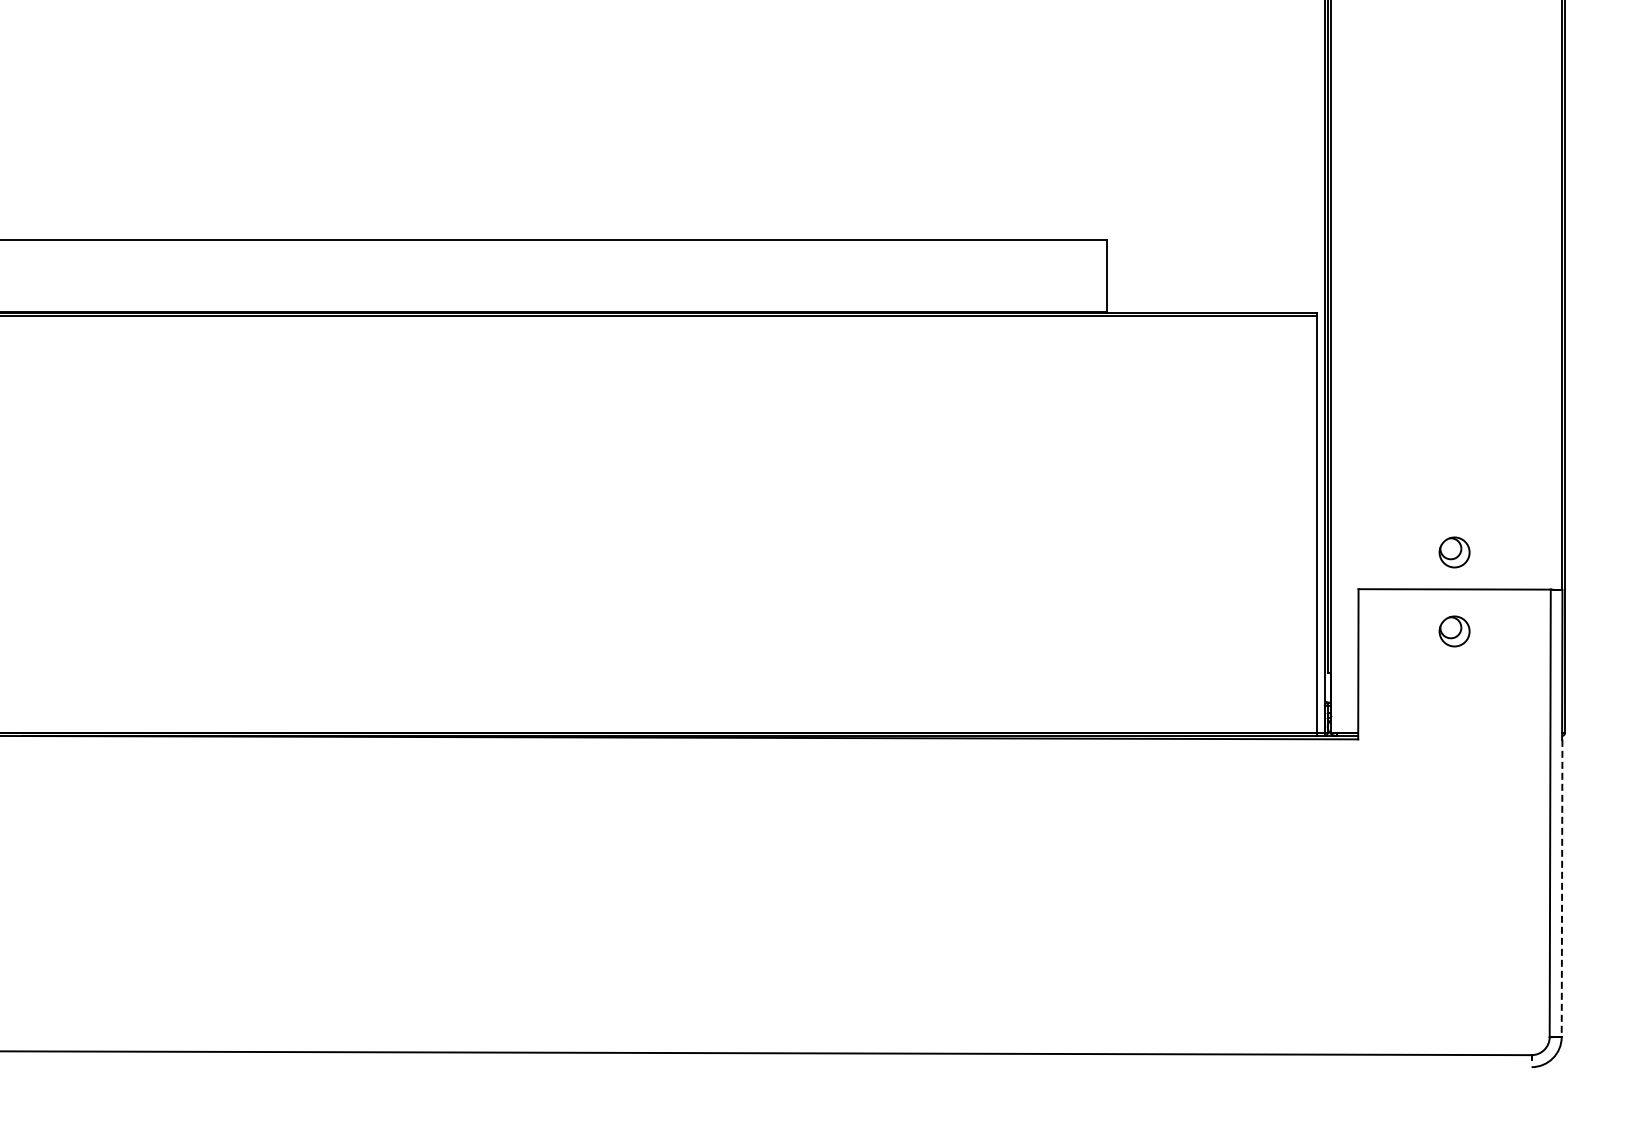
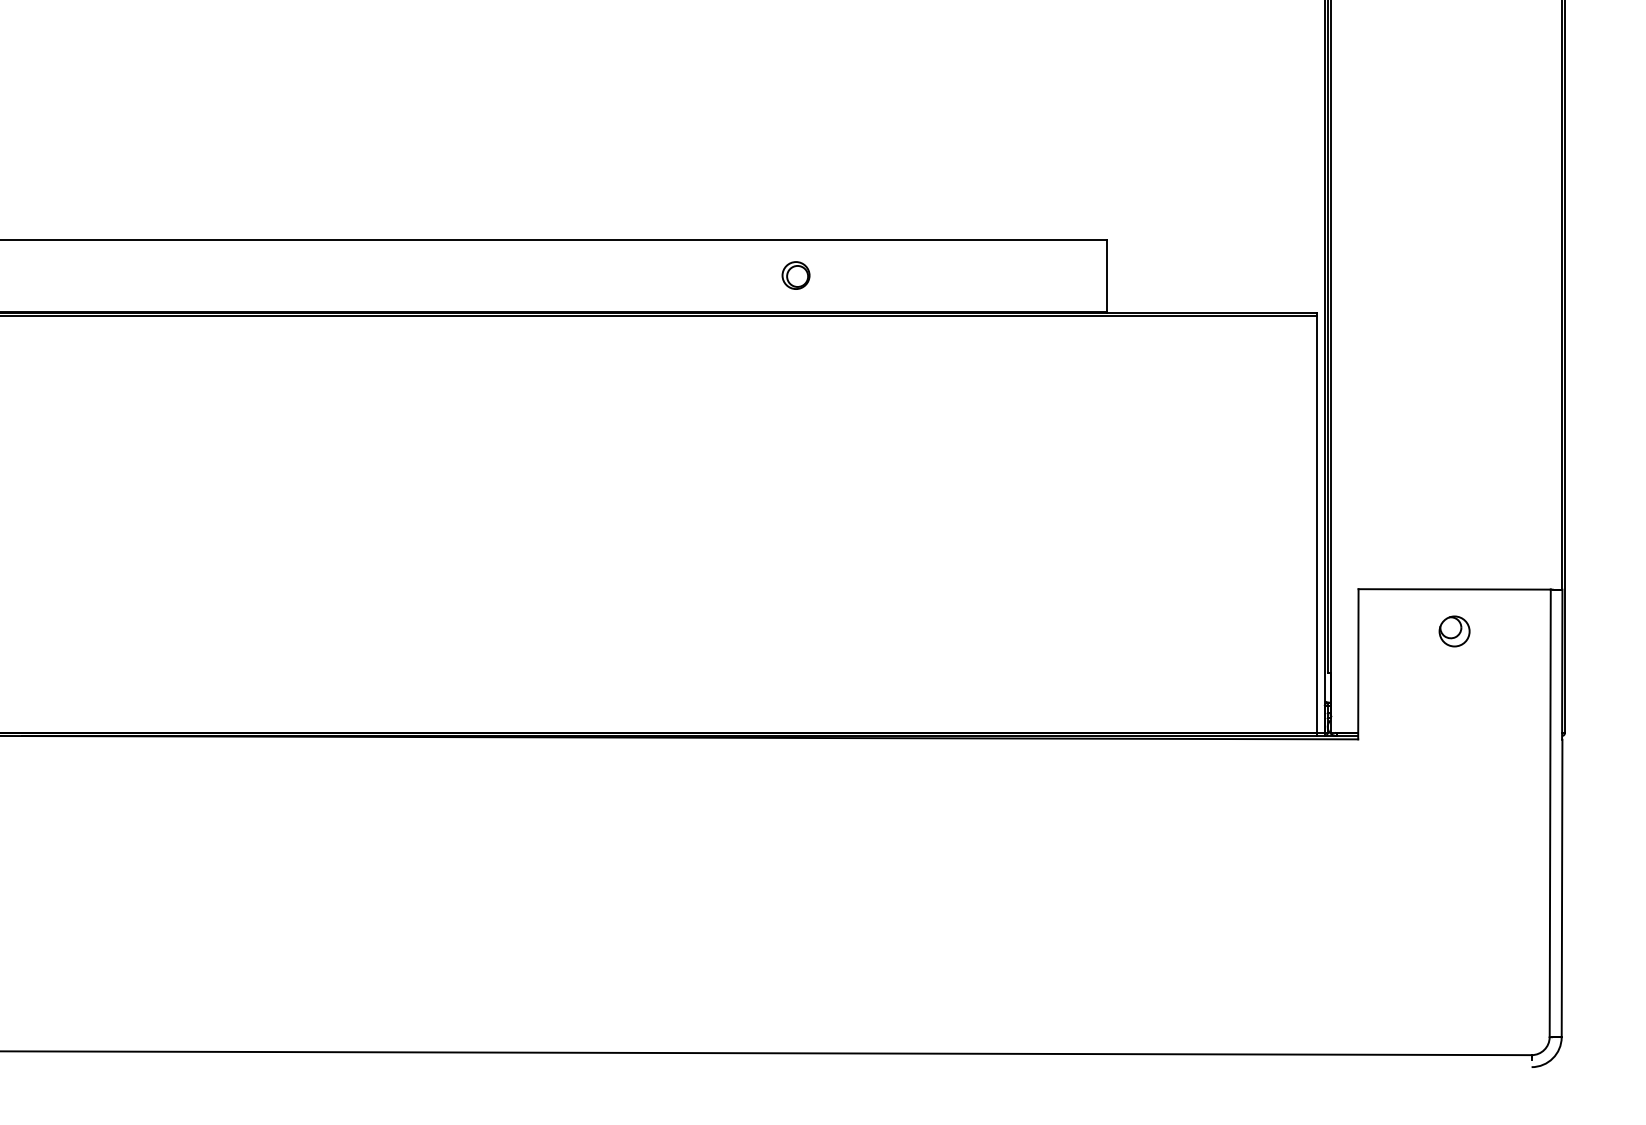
part at (795, 275): none -> present
part at (1454, 552): present -> none
line at (1562, 888): dashed -> solid
